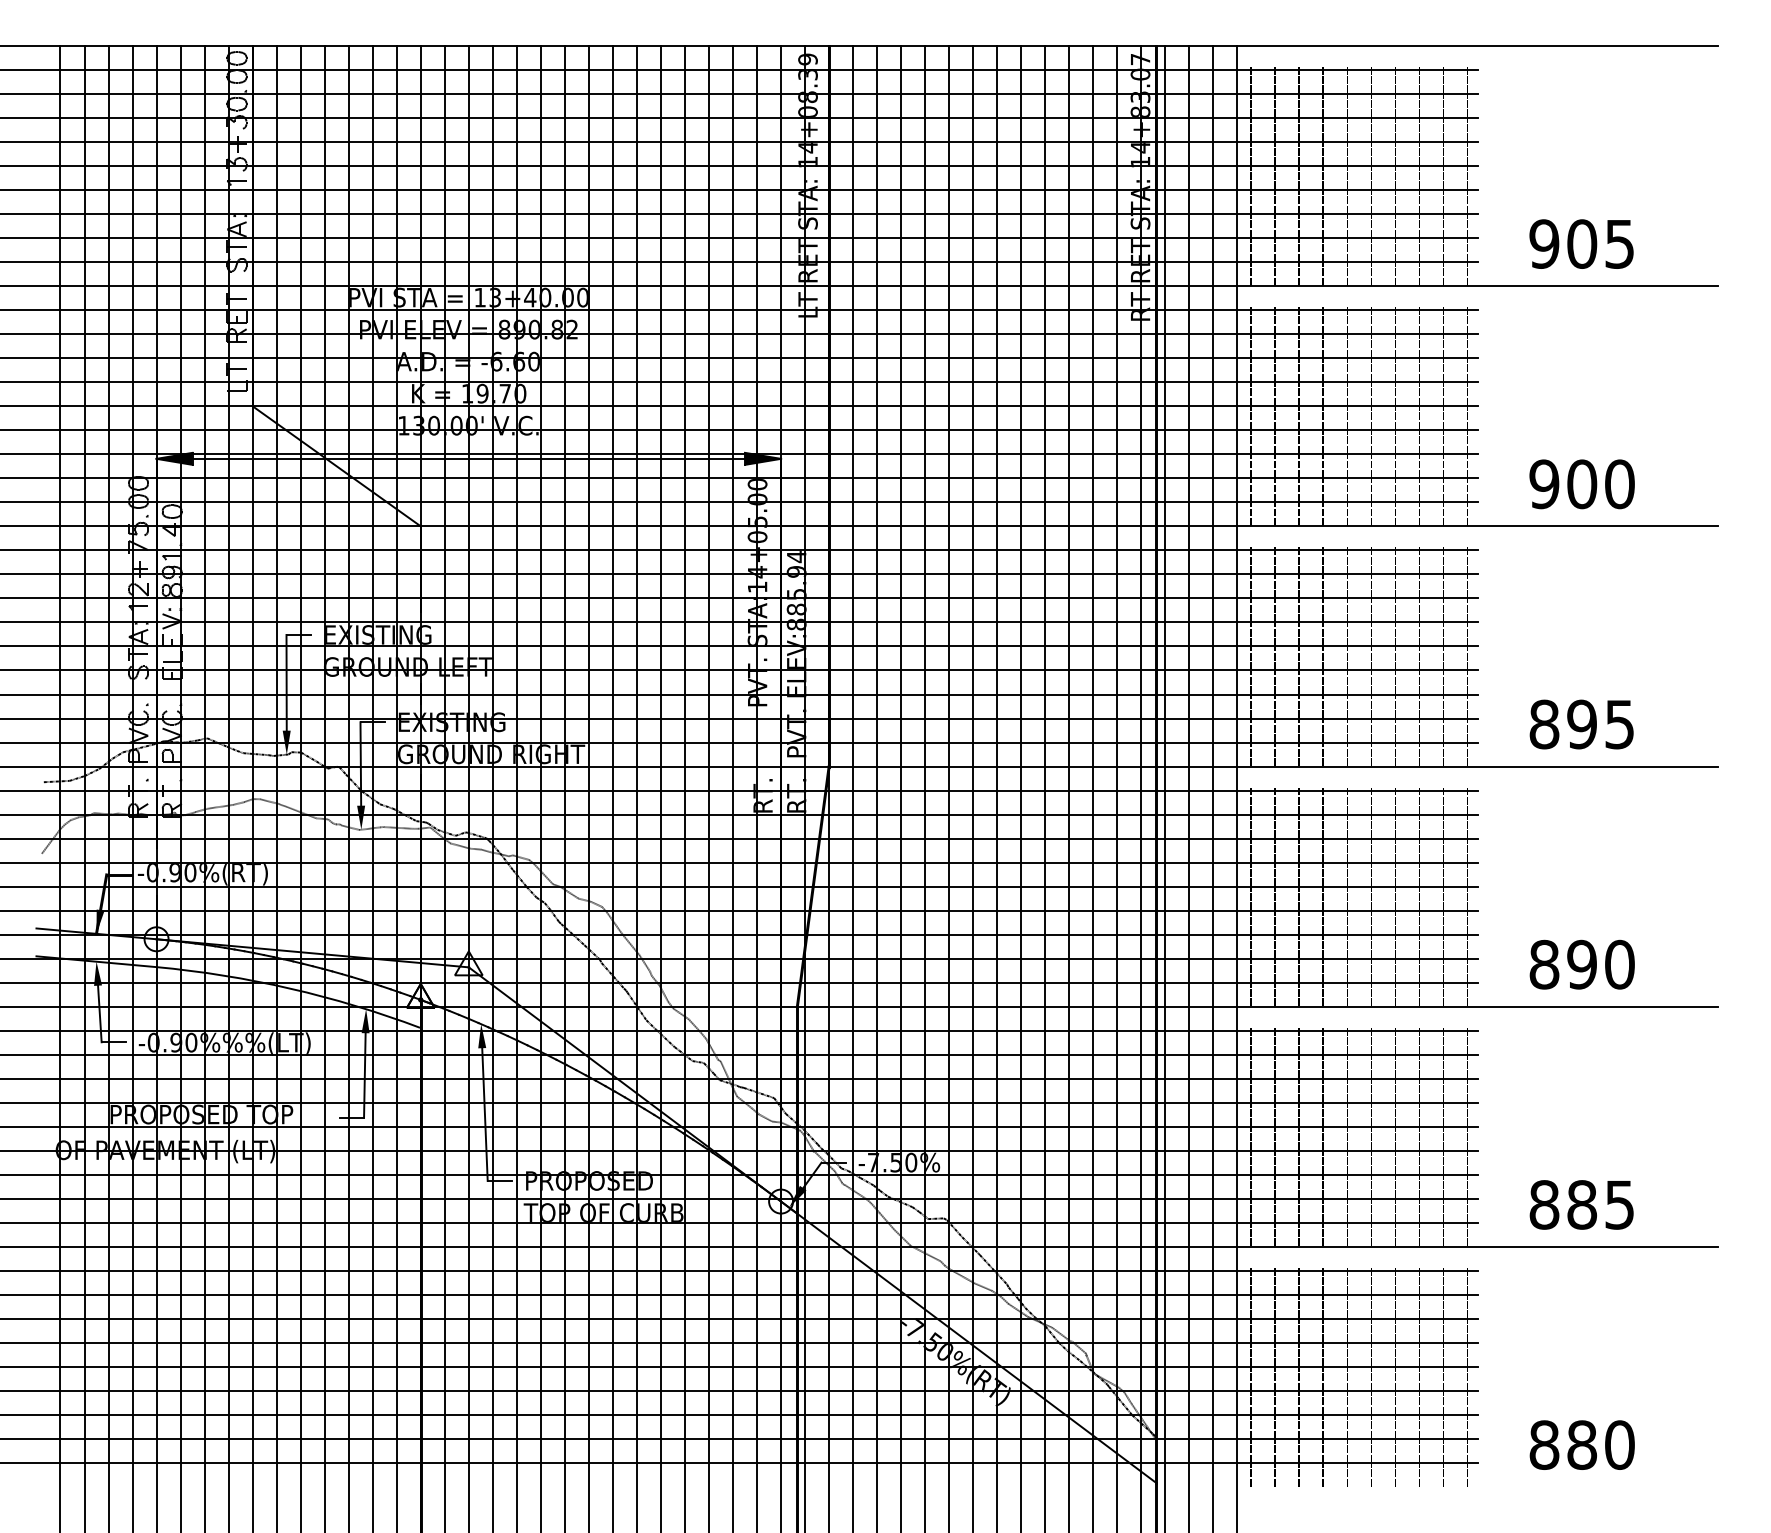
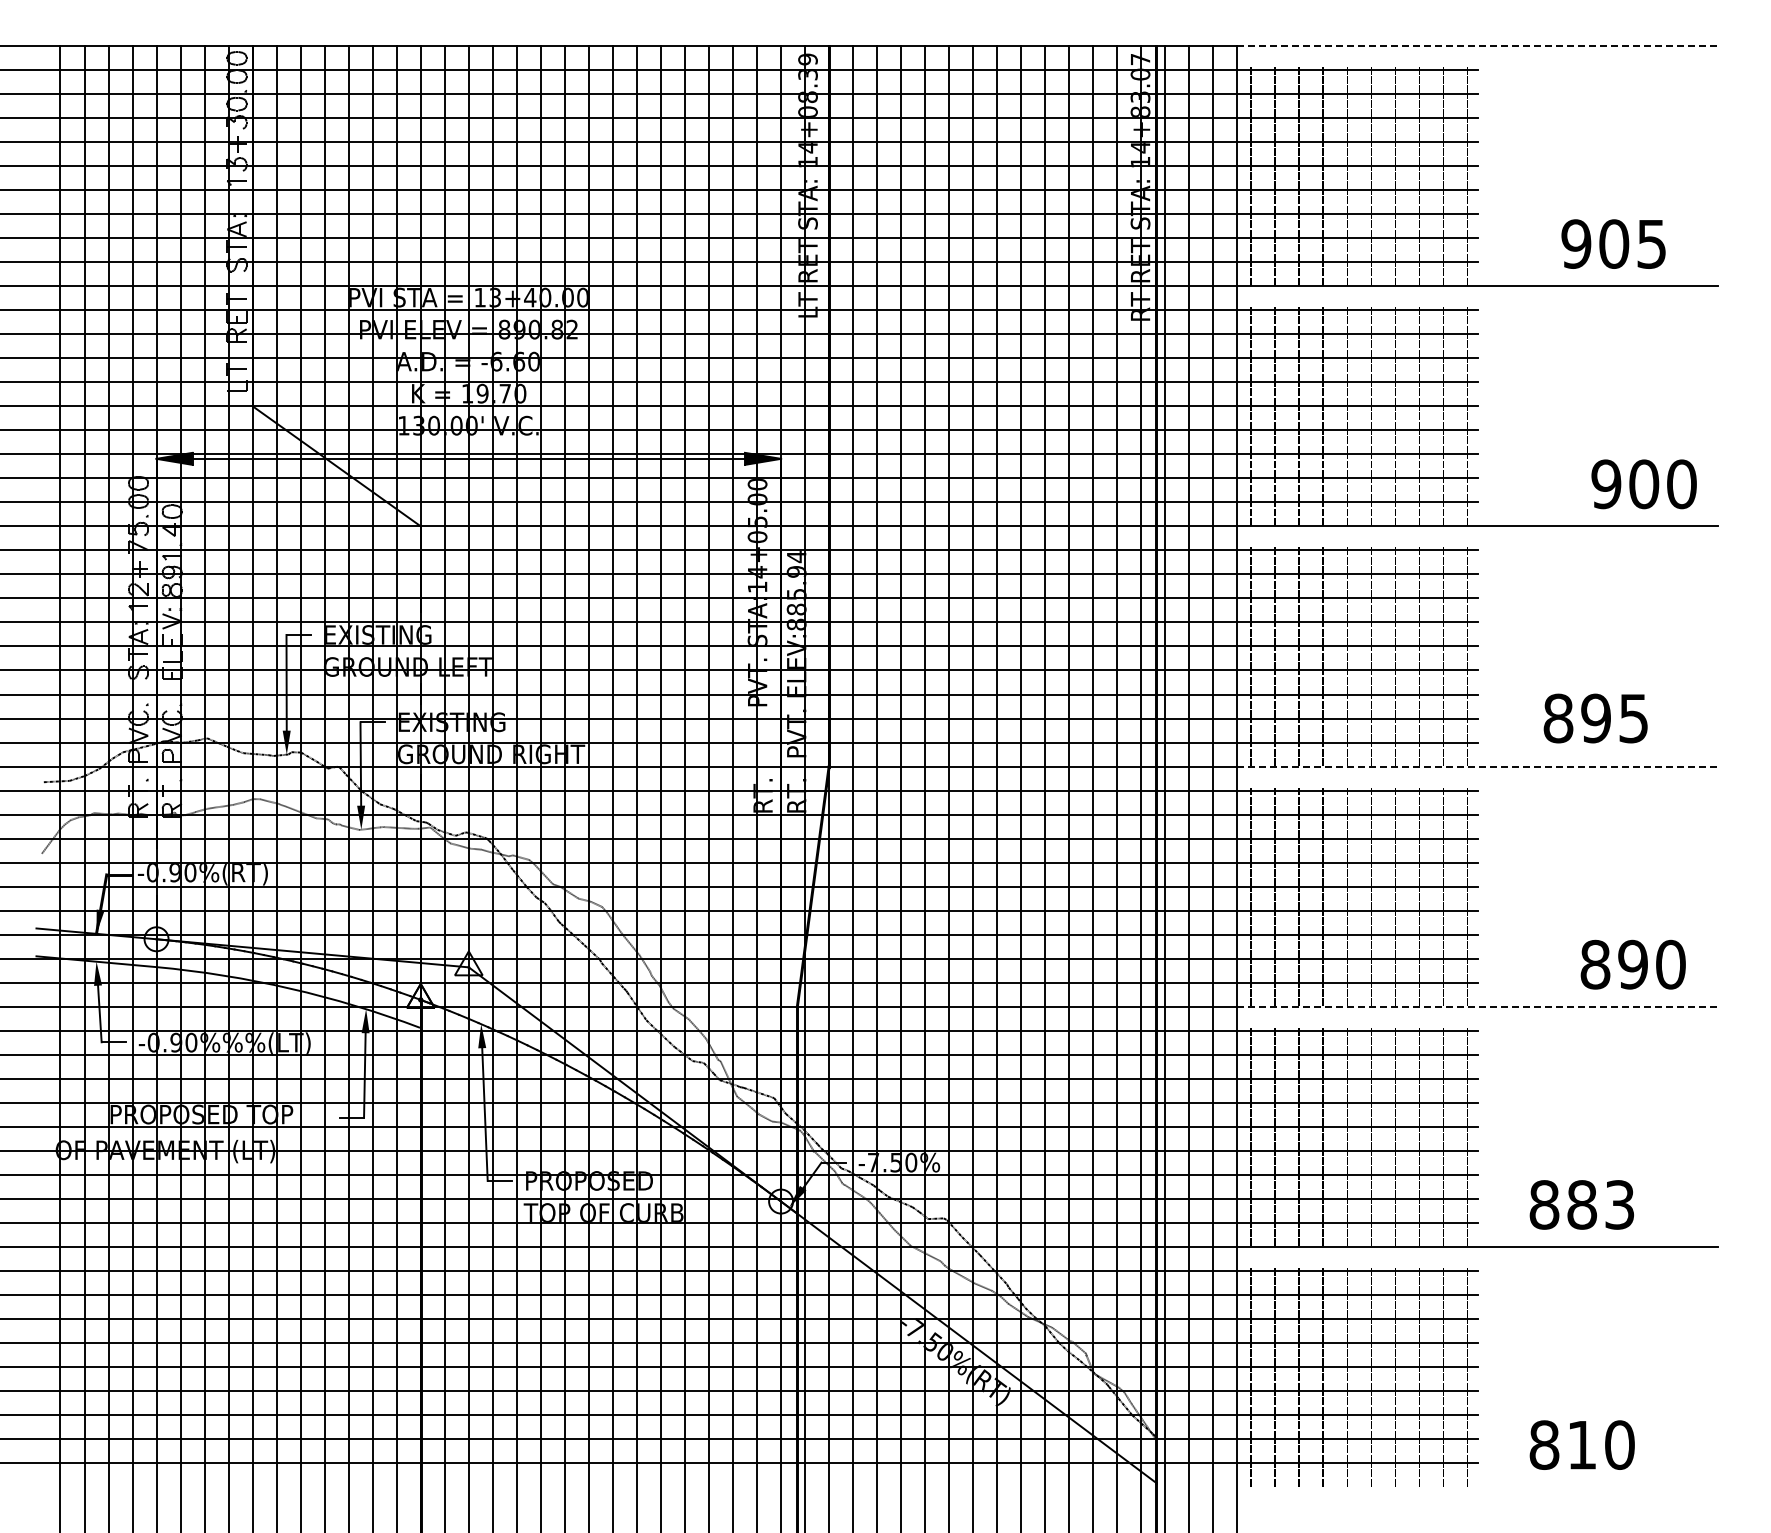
line at (1478, 45): solid -> dashed
text at (1581, 243) position: (1581, 243) -> (1613, 243)
text at (1581, 484) position: (1581, 484) -> (1643, 484)
text at (1581, 724) position: (1581, 724) -> (1595, 718)
line at (1478, 766): solid -> dashed
text at (1581, 964) position: (1581, 964) -> (1632, 964)
line at (1478, 1006): solid -> dashed
text at (1620, 1204): 885 -> 883
text at (1582, 1444): 880 -> 810
